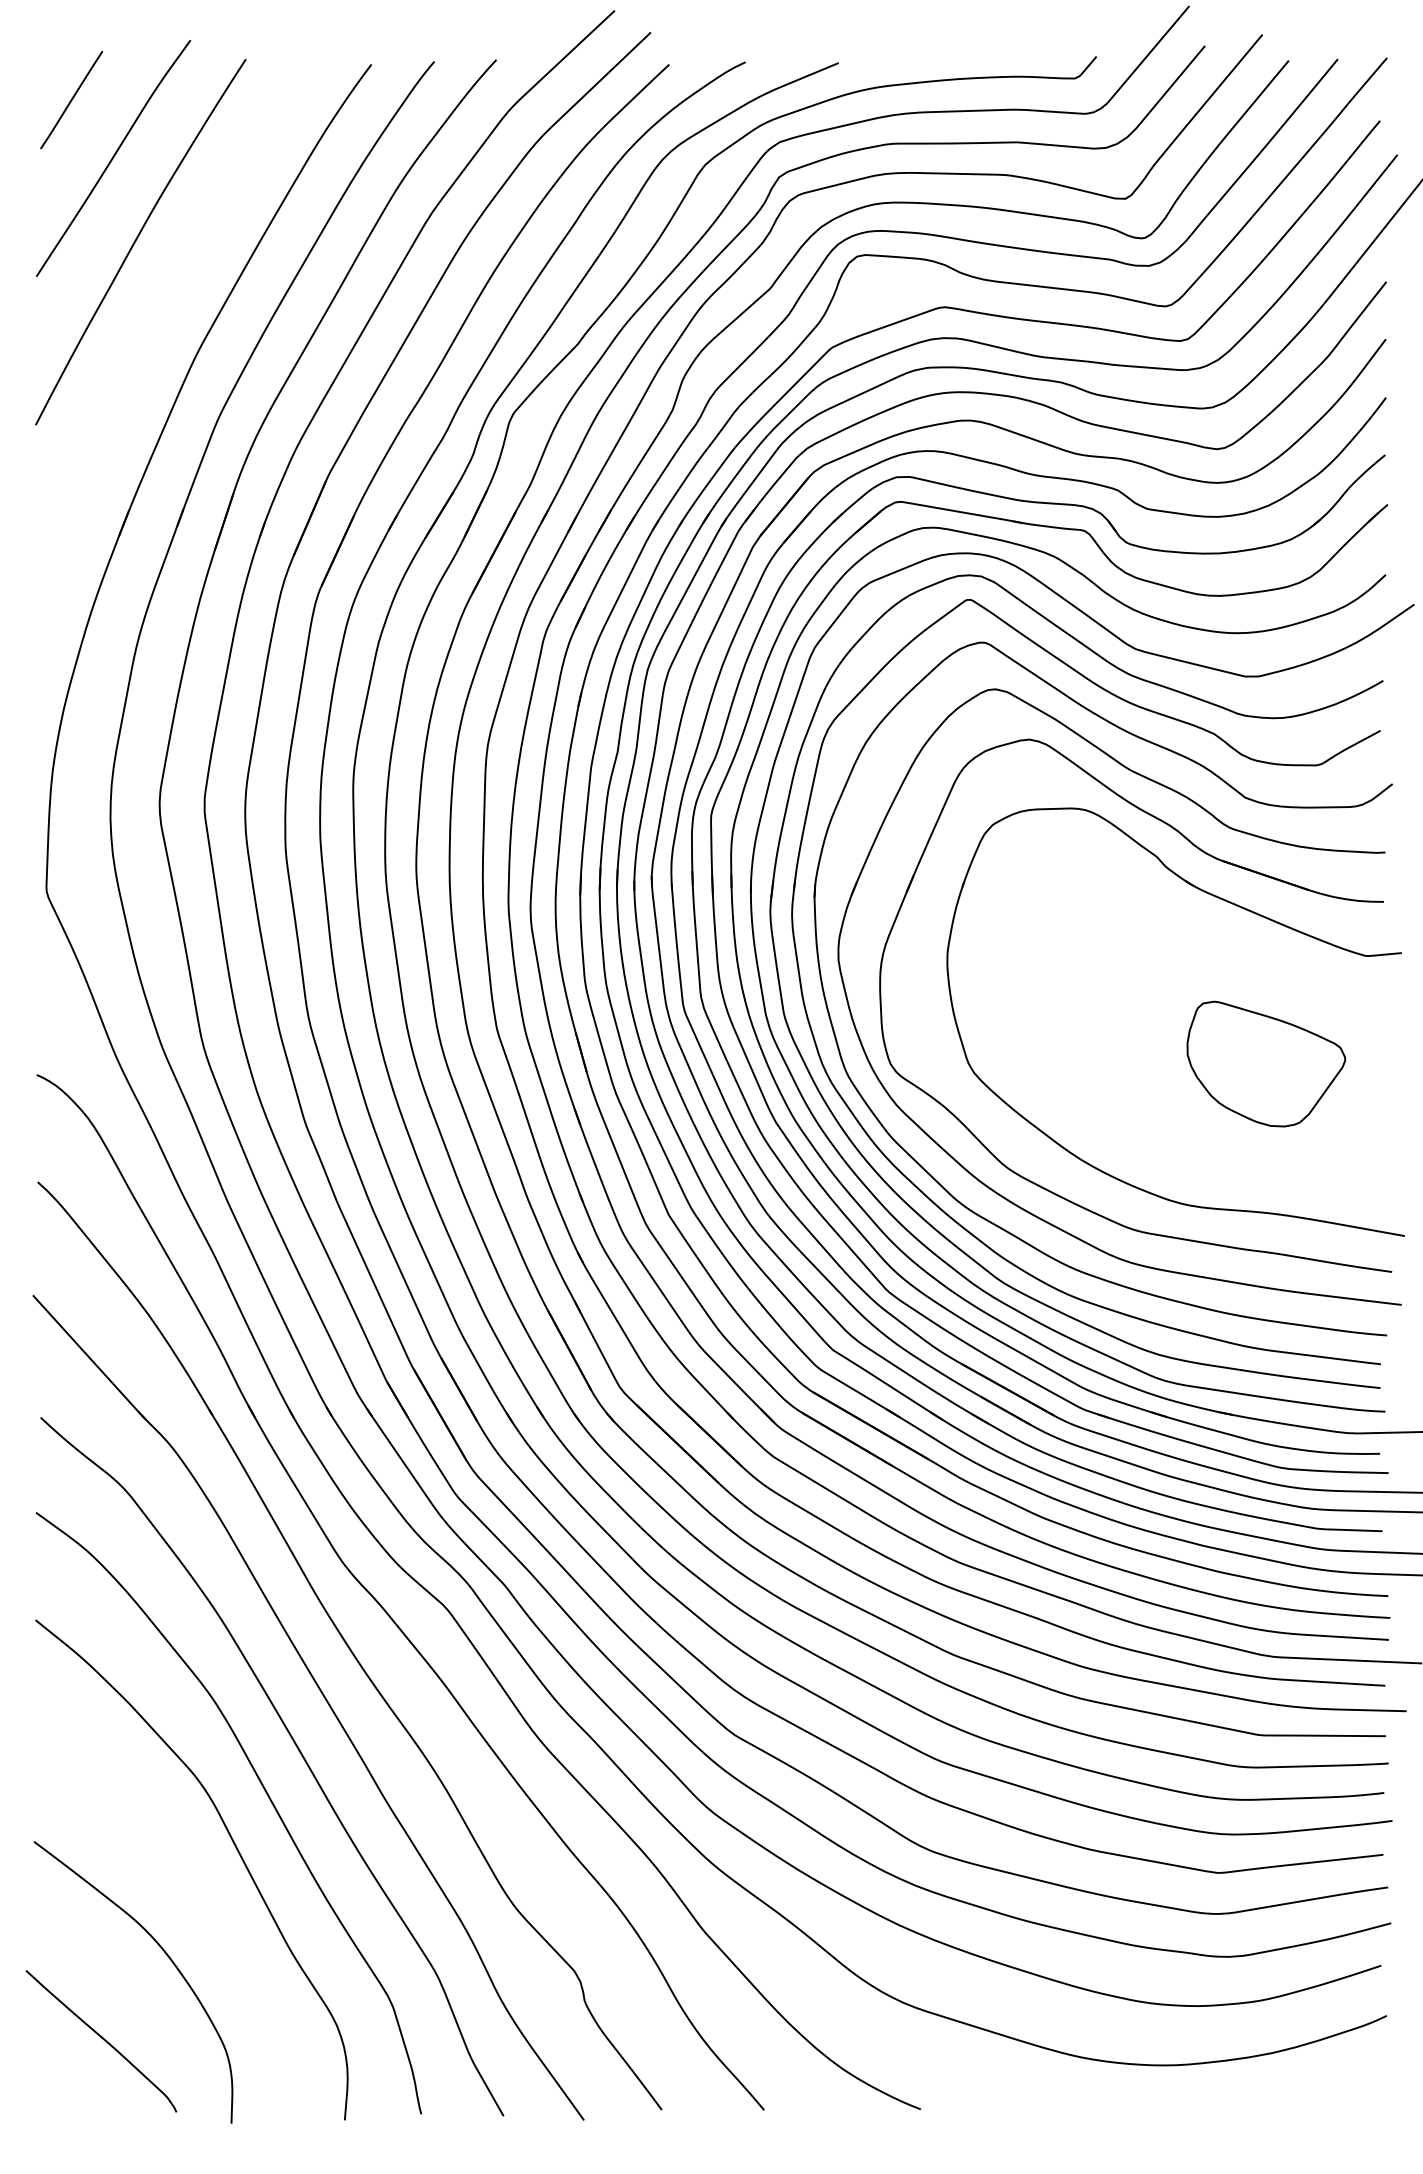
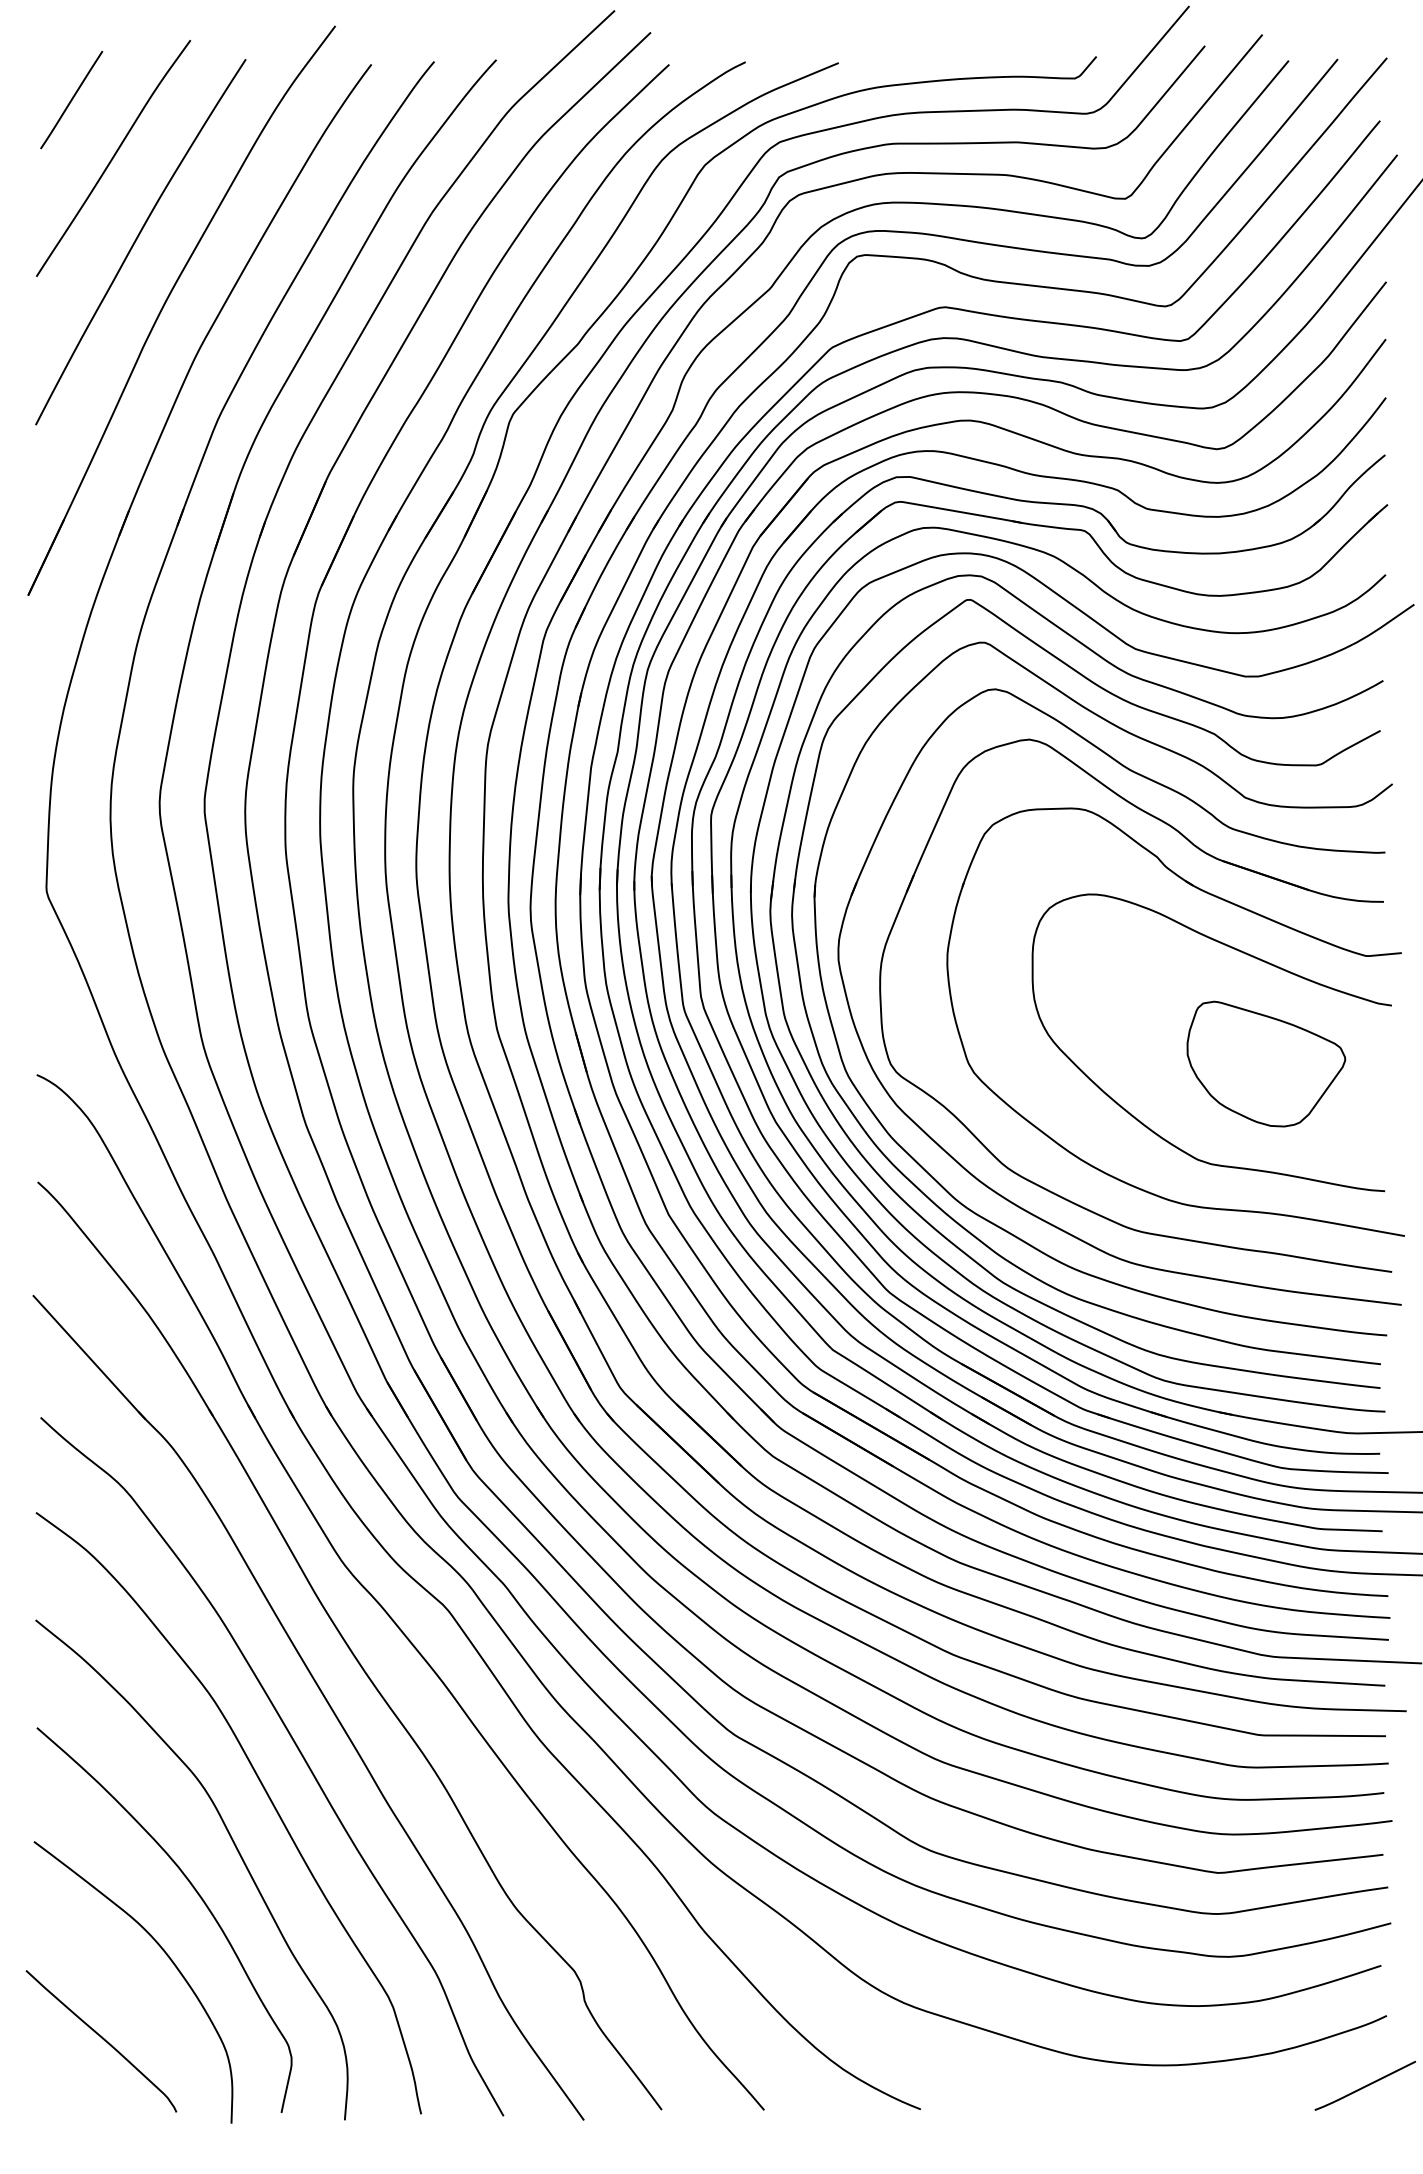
part at (166, 302): none -> present
curve at (1247, 955): none -> present
curve at (199, 1897): none -> present
line at (1365, 2085): none -> present
